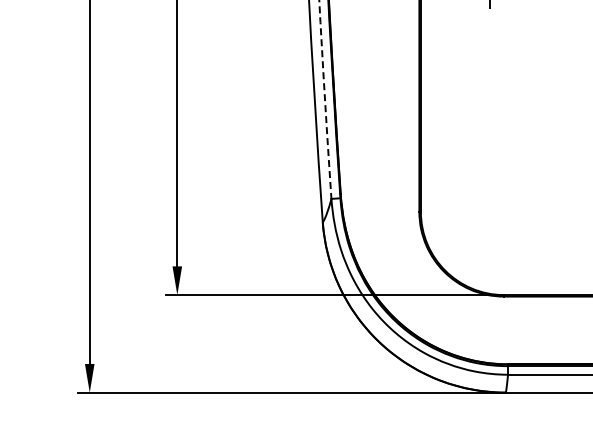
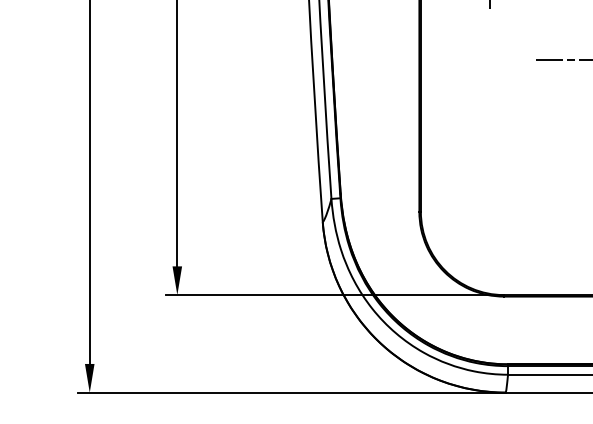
line at (562, 59): none -> present
arc at (325, 99): dashed -> solid
